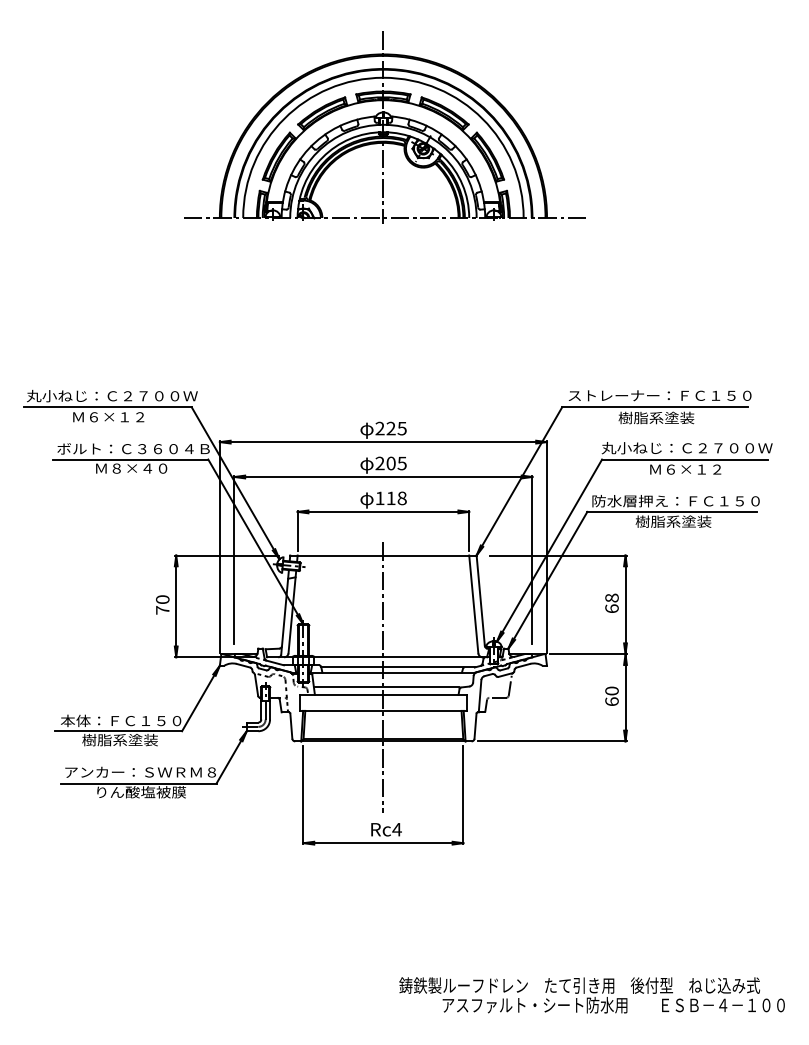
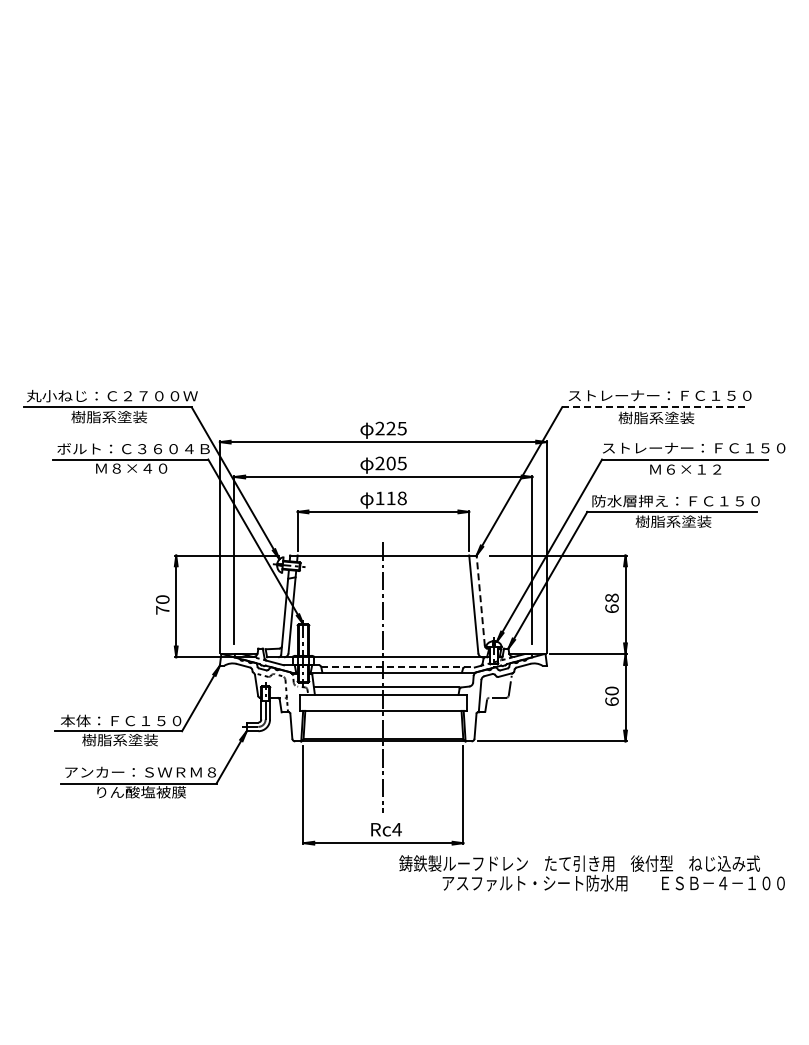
part at (384, 127): present -> none
line at (655, 407): solid -> dashed
text at (108, 416): Ｍ６×１２ -> 樹脂系塗装
text at (693, 448): 丸小ねじ：Ｃ２７００Ｗ -> ストレーナー：ＦＣ１５０
line at (480, 600): solid -> dashed
line at (398, 667): solid -> dashed
text at (591, 995) position: (591, 995) -> (591, 873)
